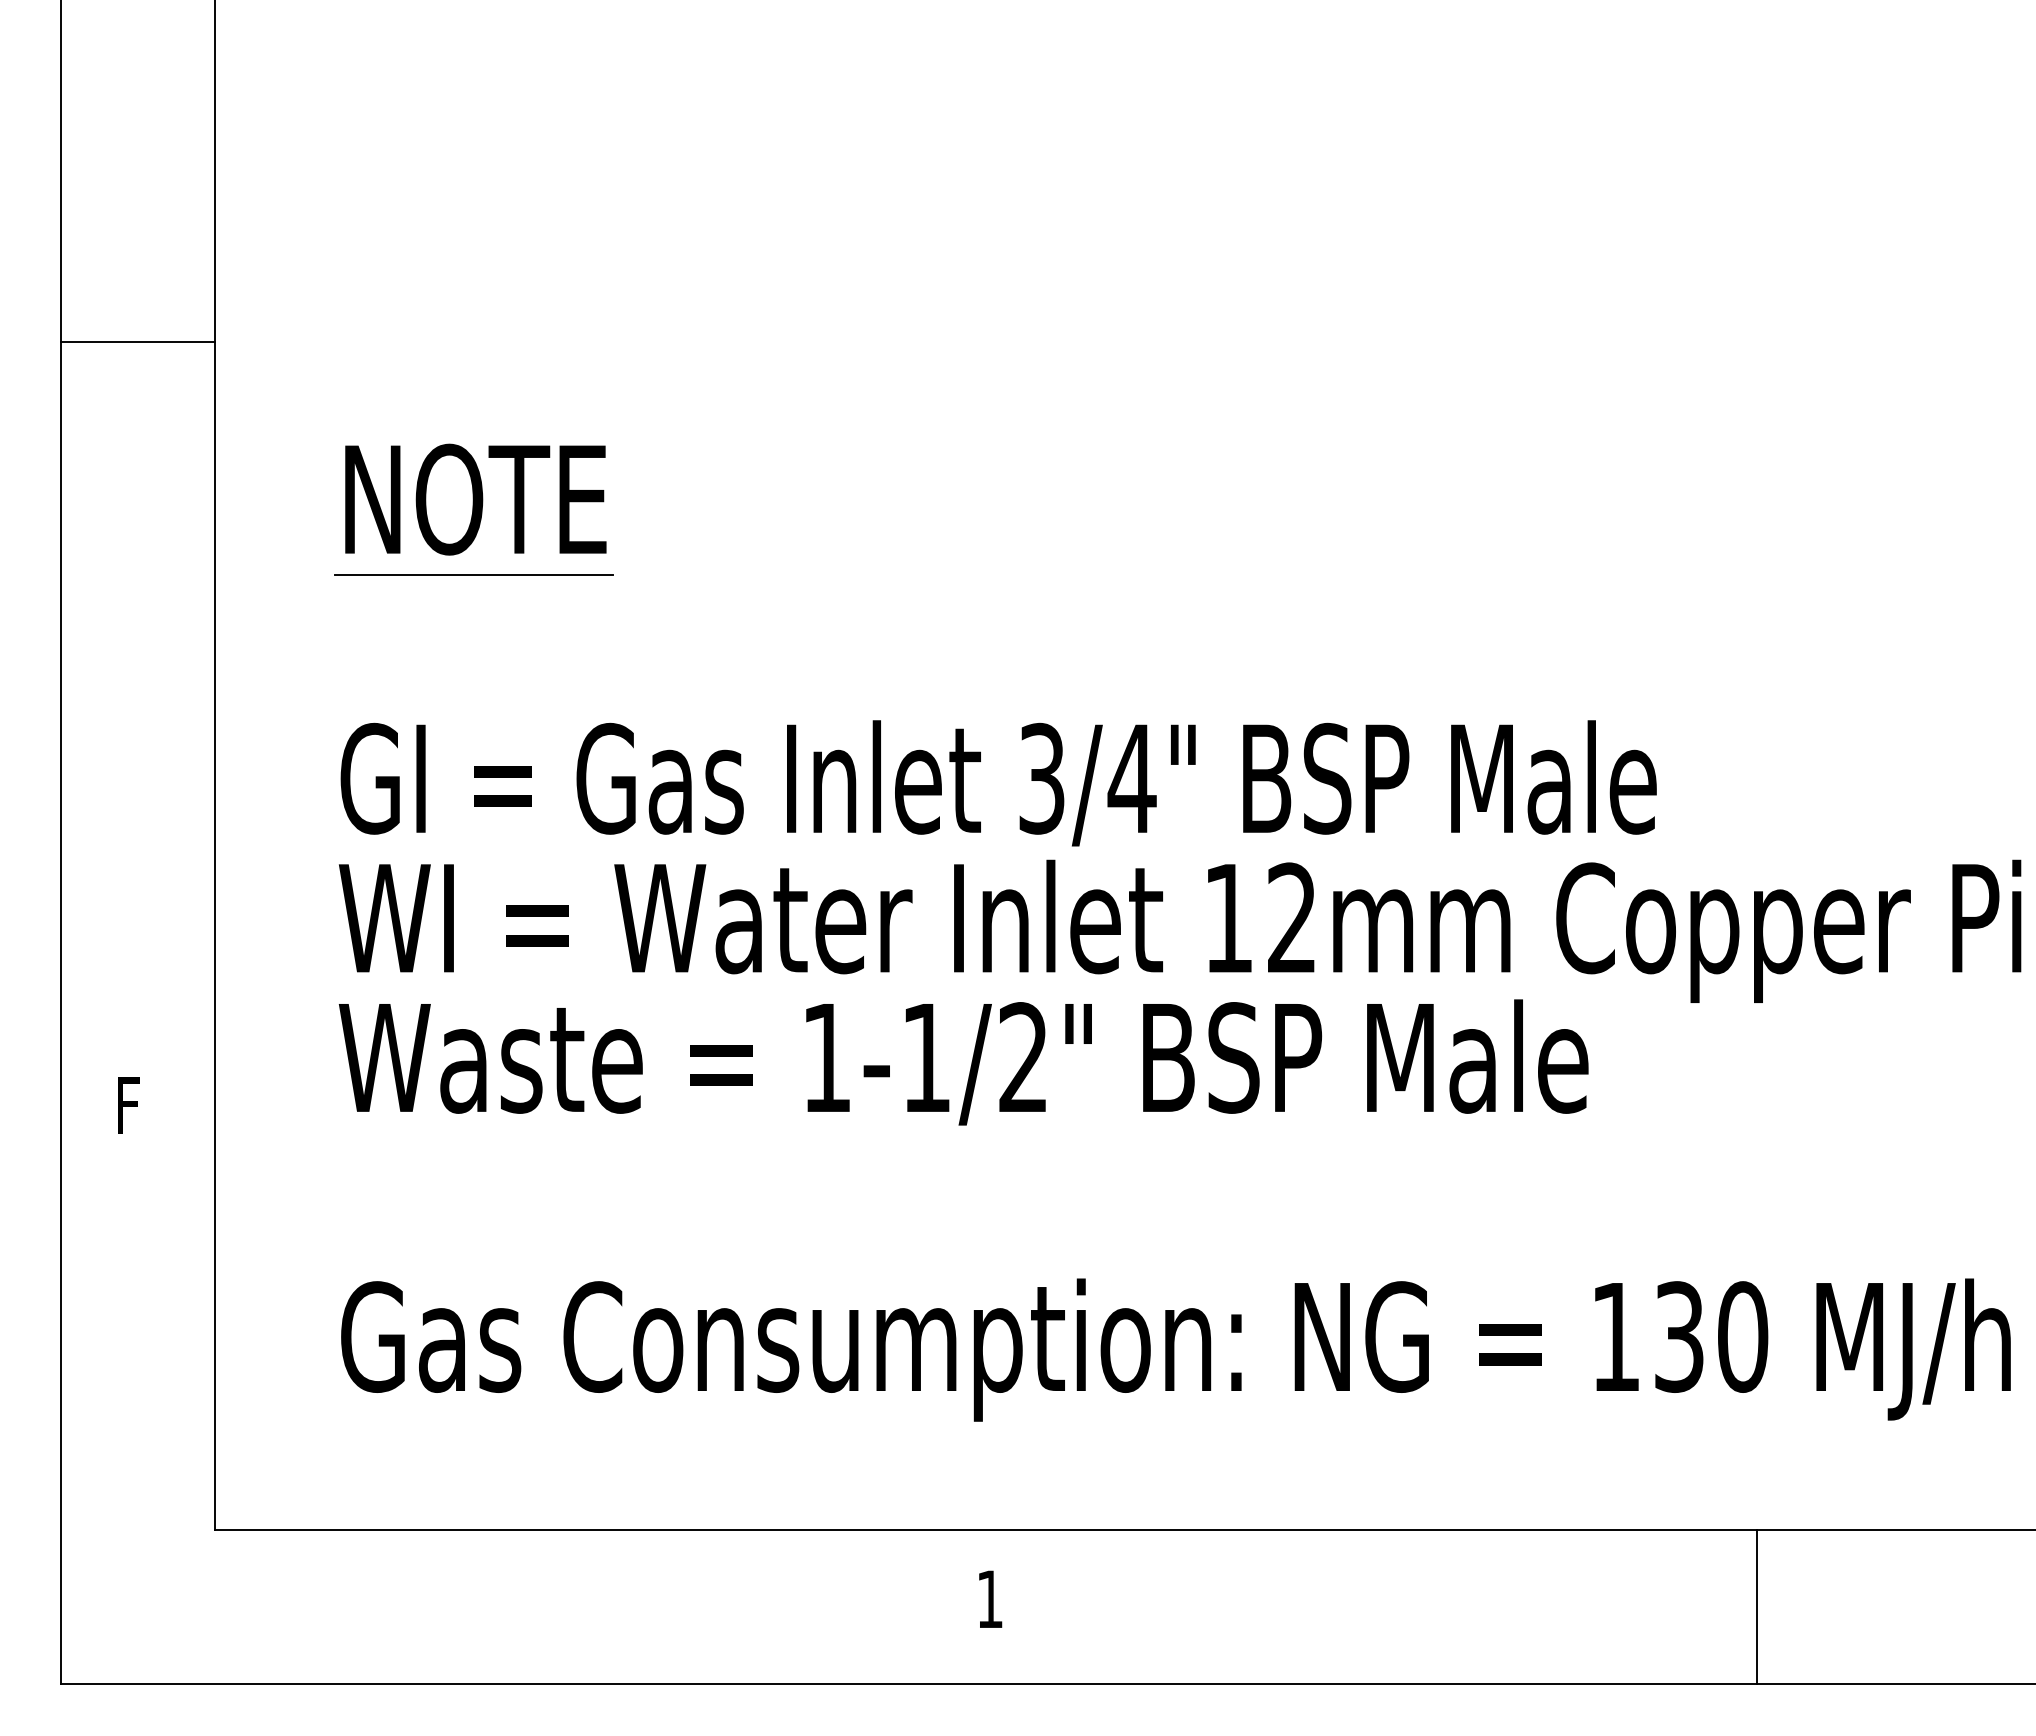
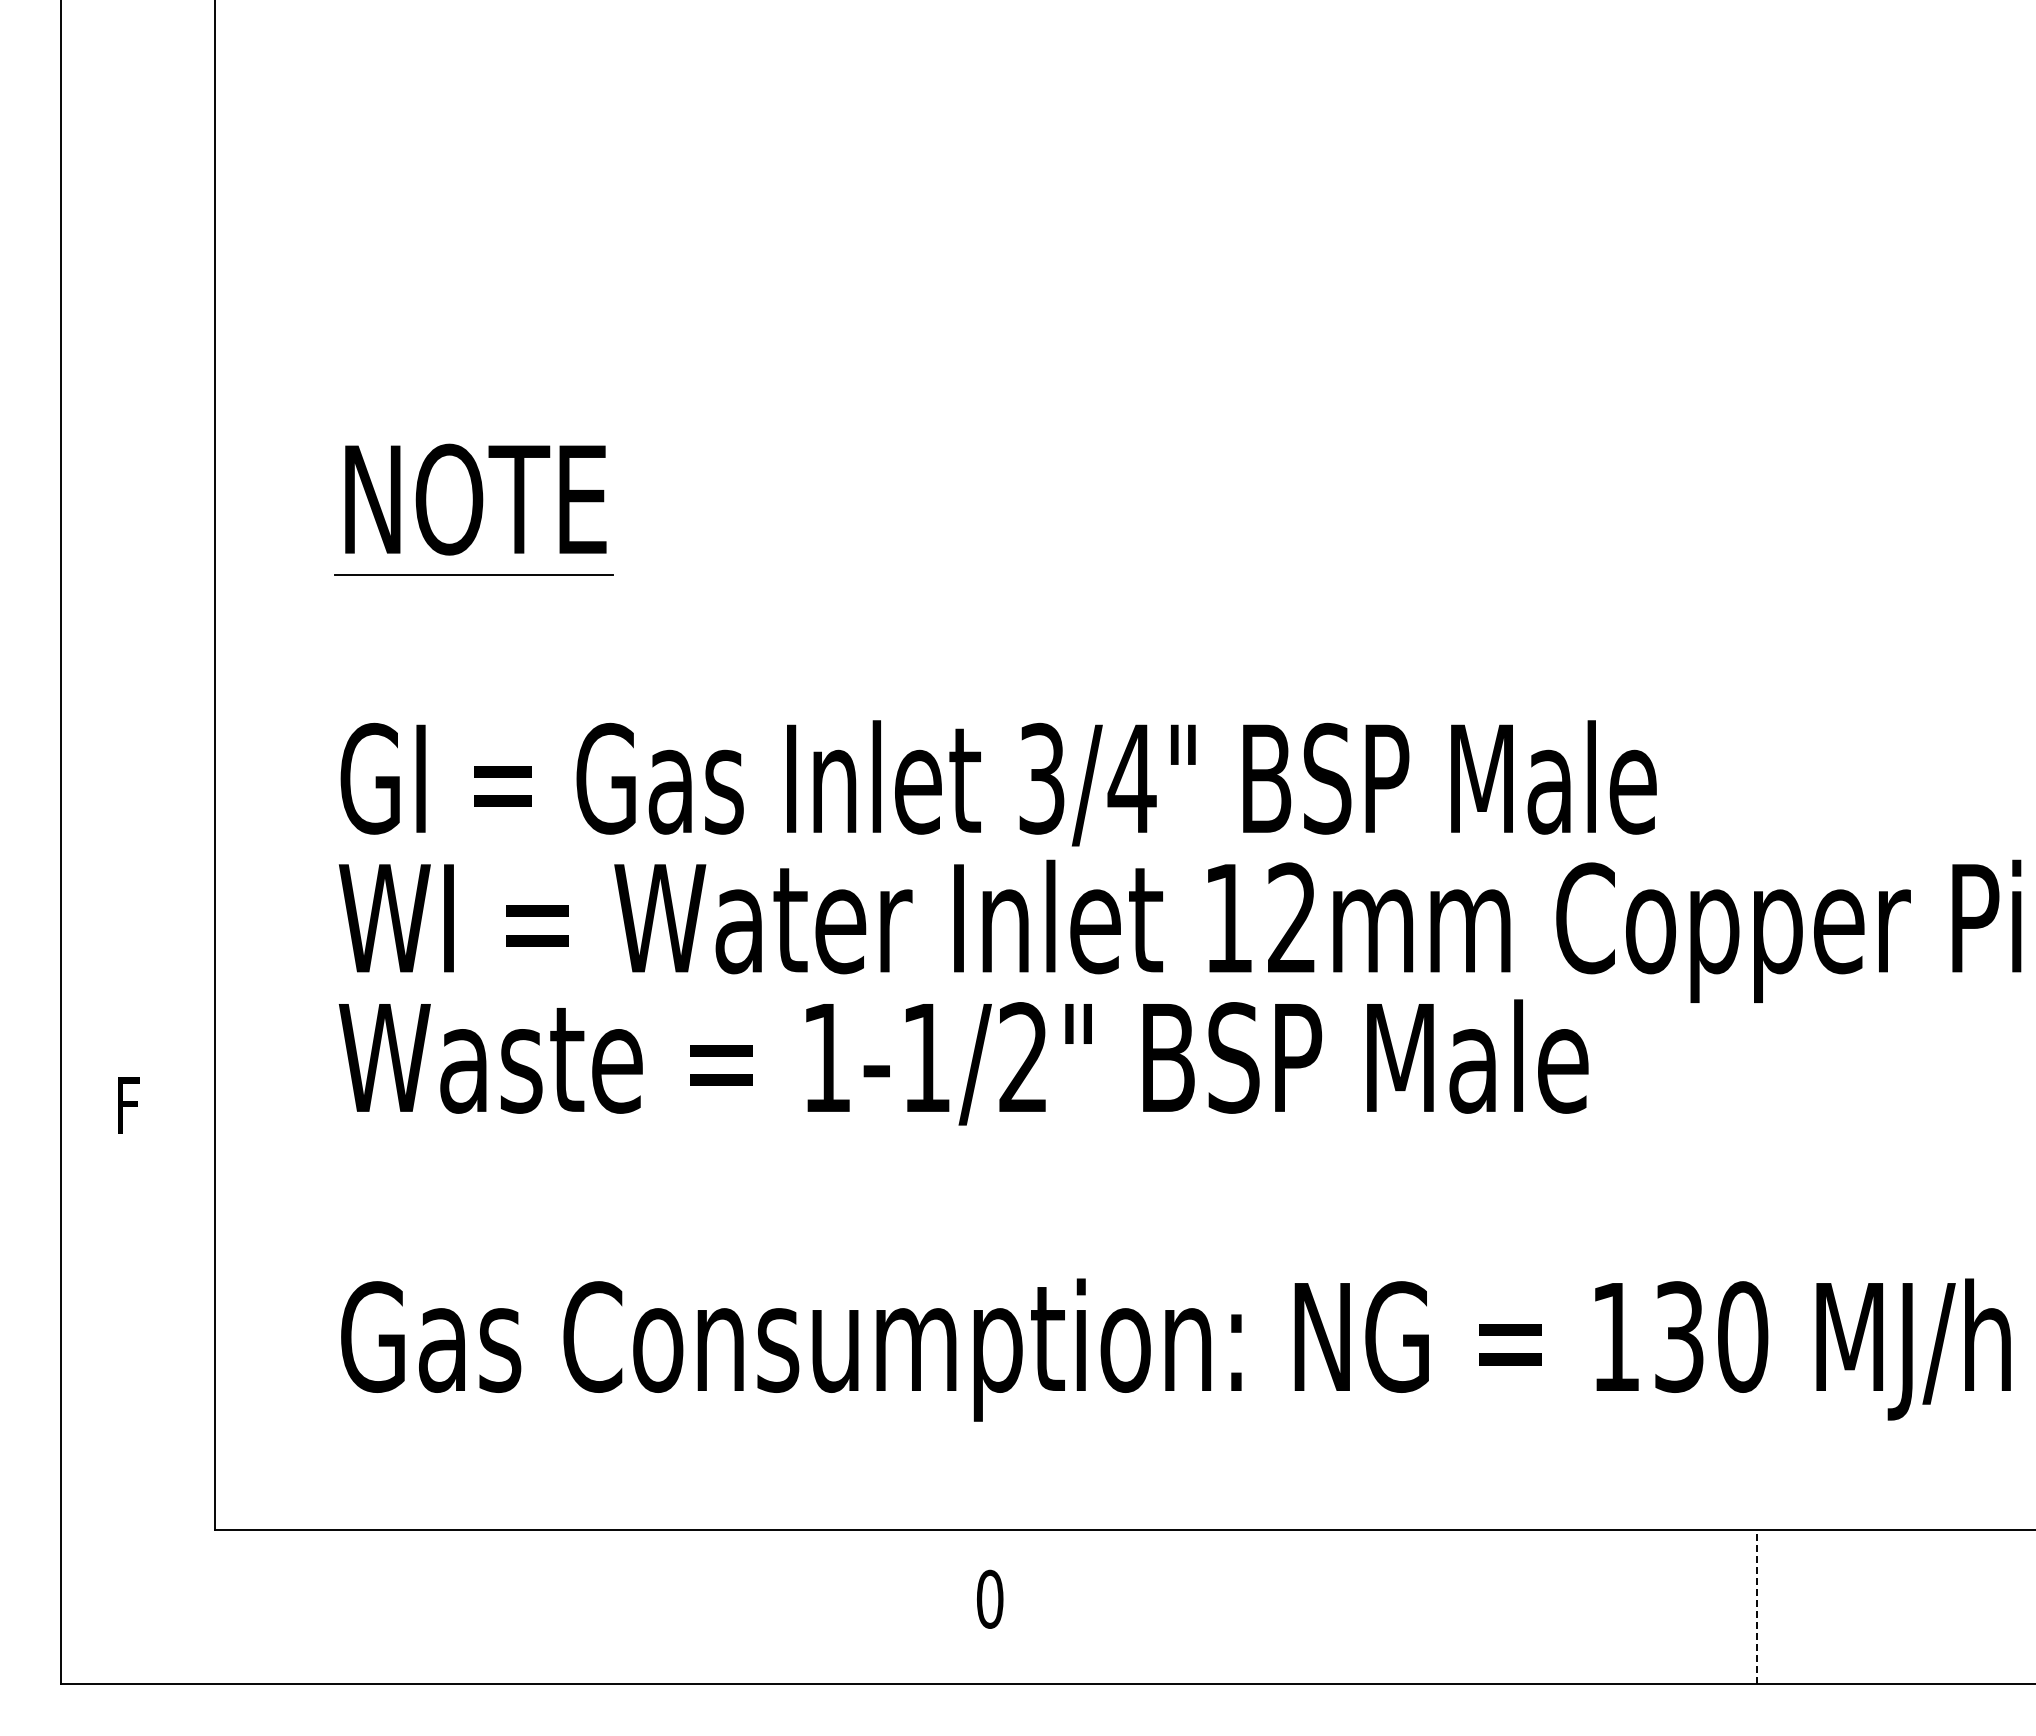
line at (138, 342): present -> none
text at (990, 1598): 1 -> 0
line at (1757, 1606): solid -> dashed
